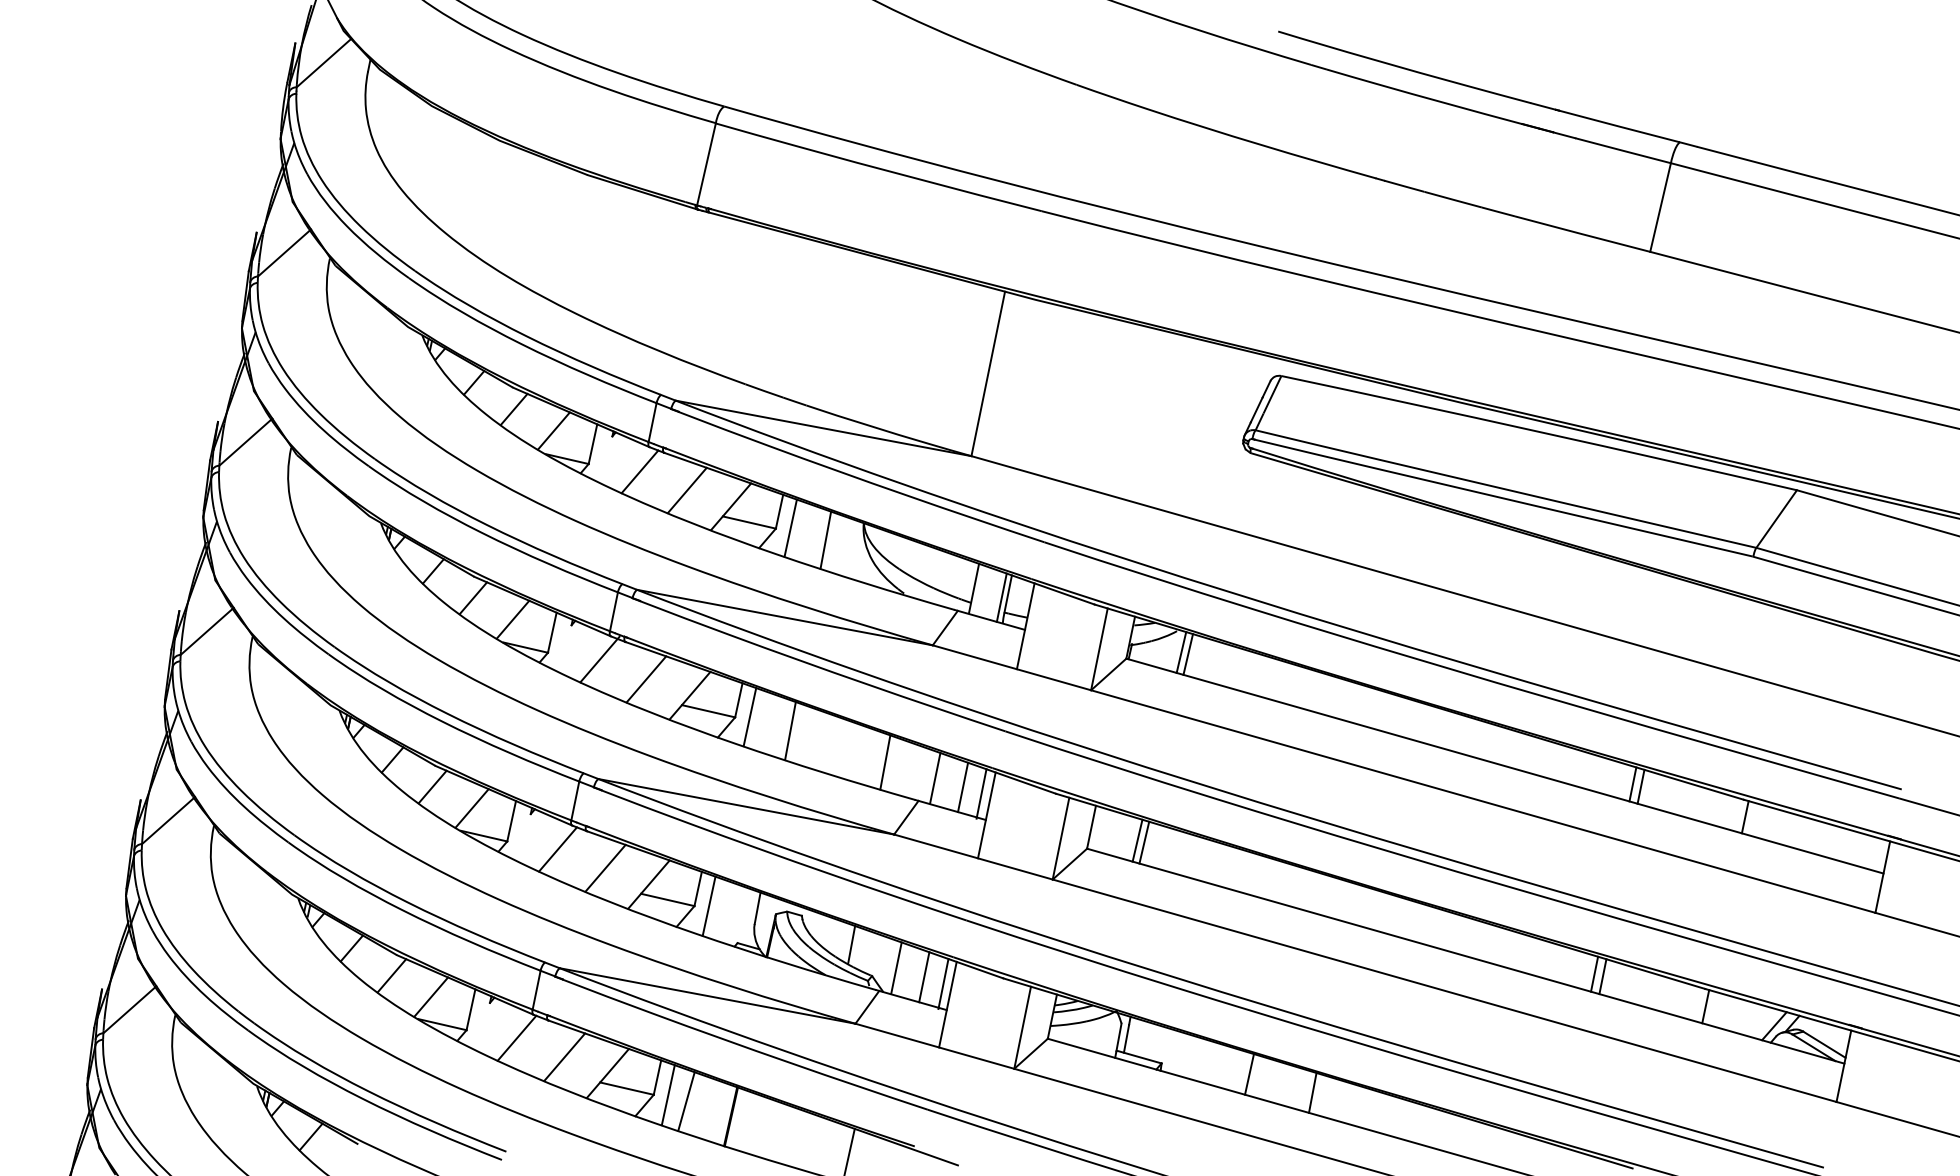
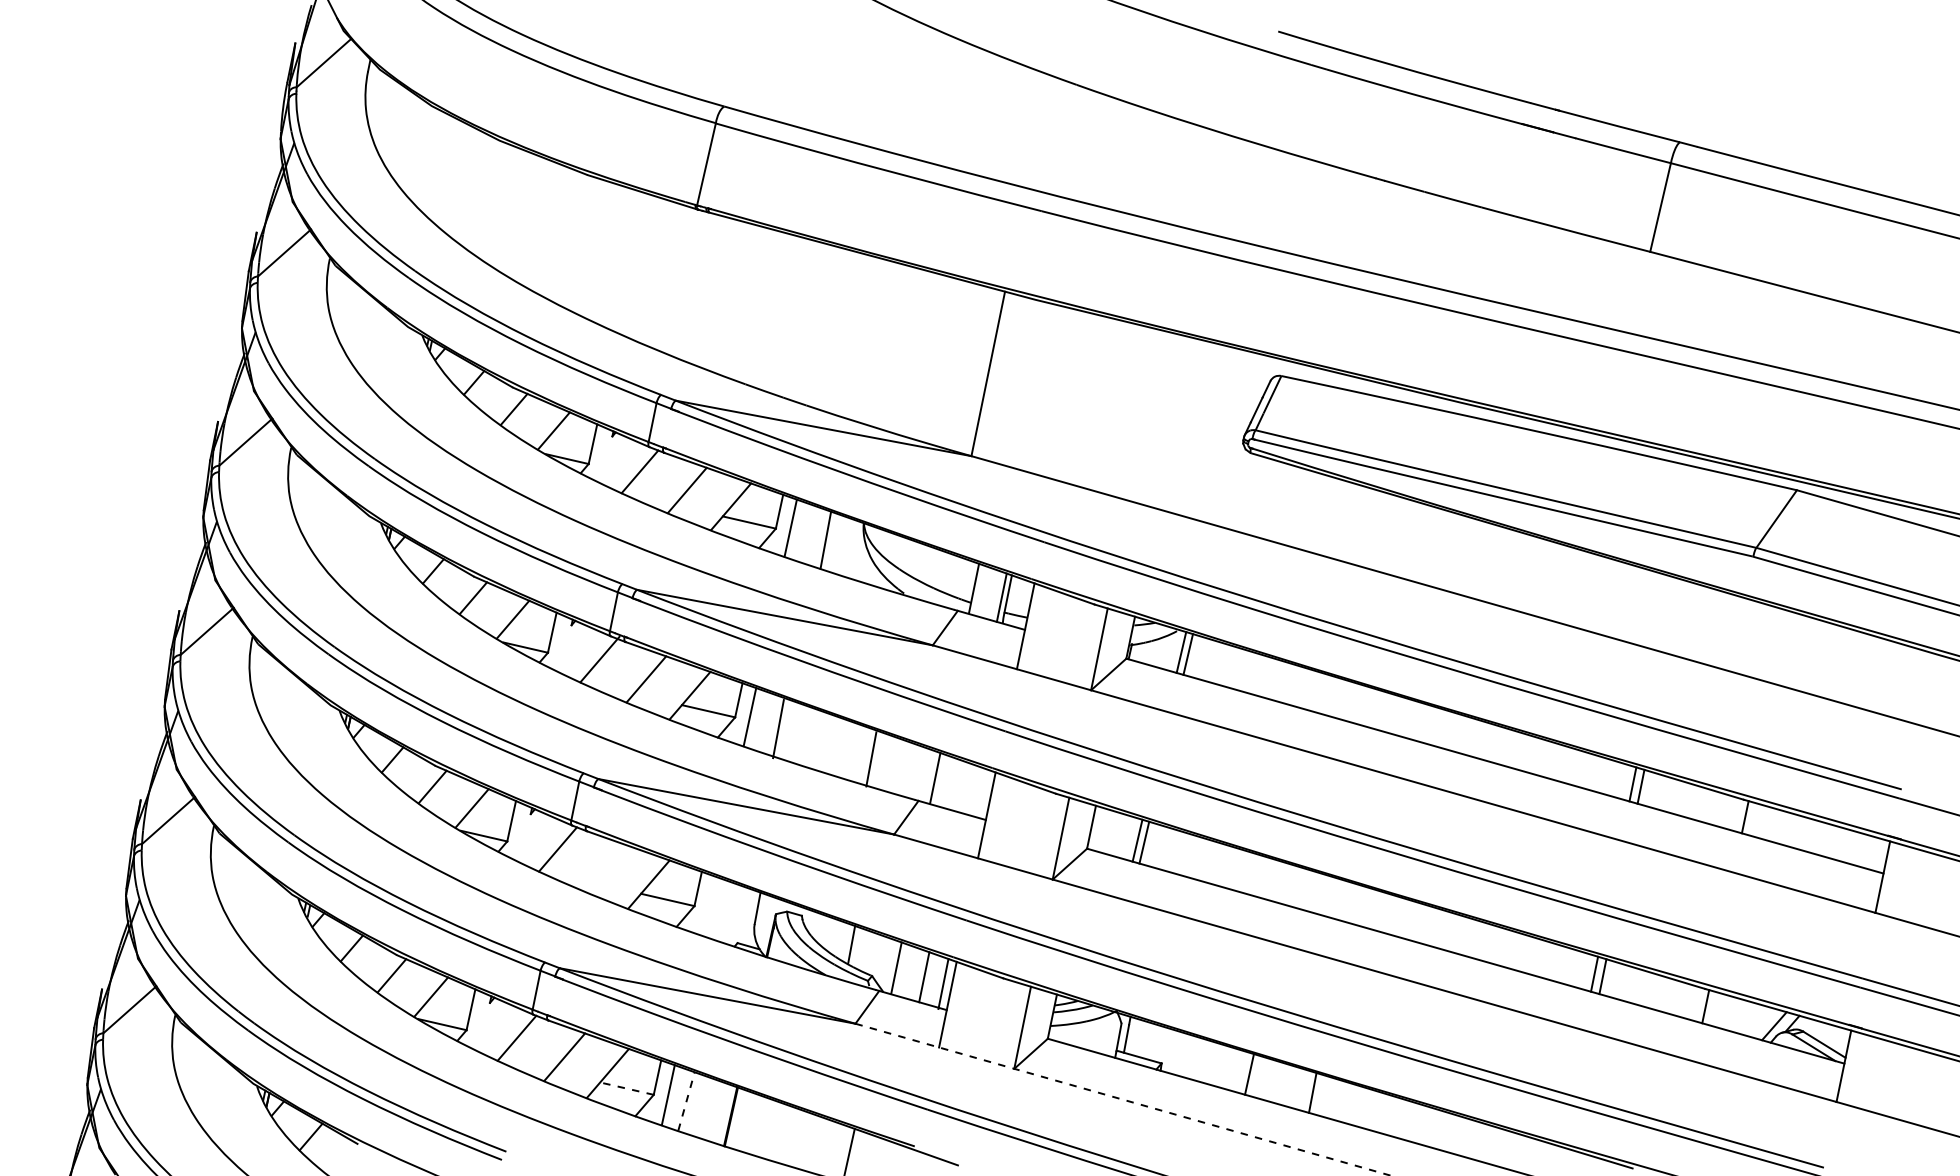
line at (790, 731) position: (790, 731) -> (778, 729)
line at (885, 762) position: (885, 762) -> (871, 759)
line at (963, 787): present -> none
line at (981, 793): present -> none
line at (605, 867): present -> none
line at (708, 905): present -> none
line at (626, 1088): solid -> dashed
line at (1123, 1099): solid -> dashed
line at (686, 1101): solid -> dashed
